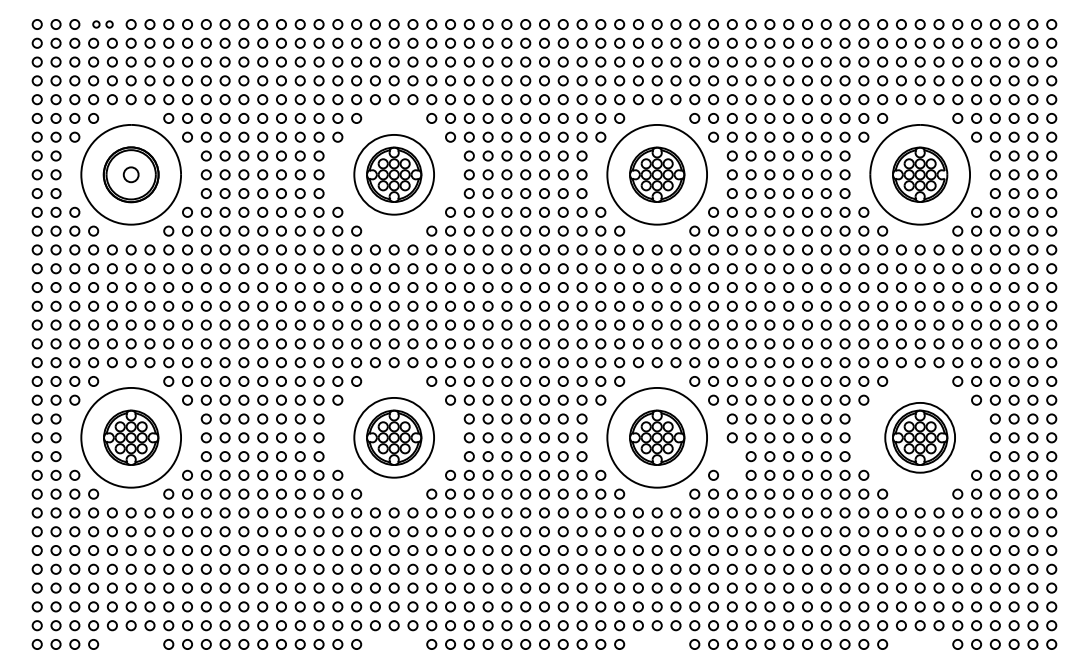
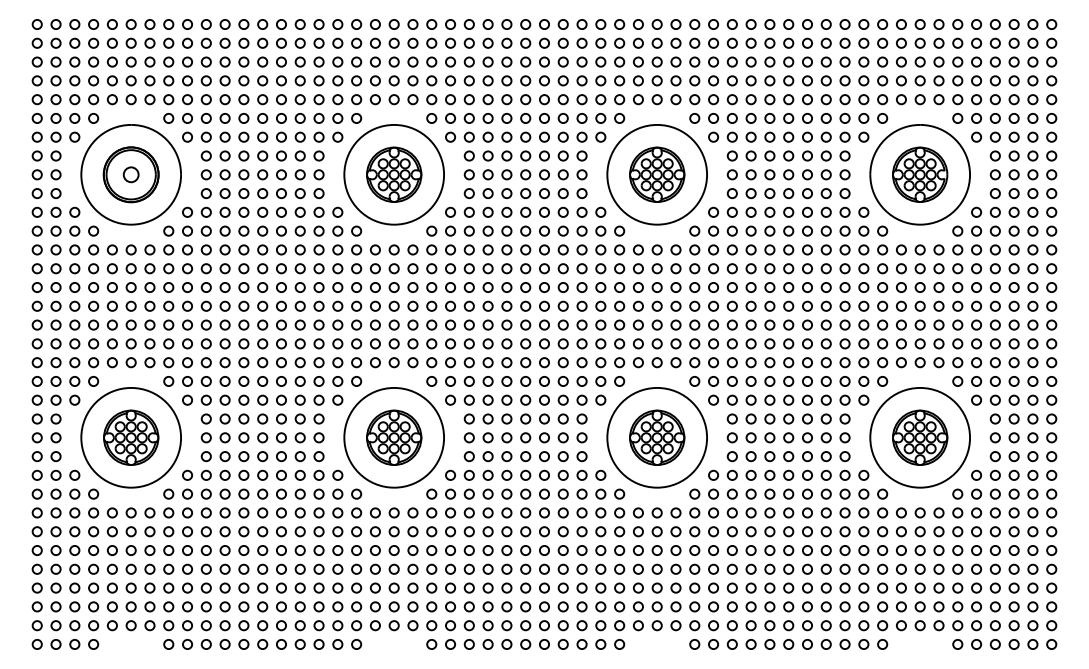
part at (102, 24) size: 22x9 px -> 30x11 px
circle at (394, 174) diameter: 80 px -> 100 px
circle at (394, 437) diameter: 80 px -> 100 px
circle at (920, 437) diameter: 70 px -> 100 px
part at (731, 465): none -> present
